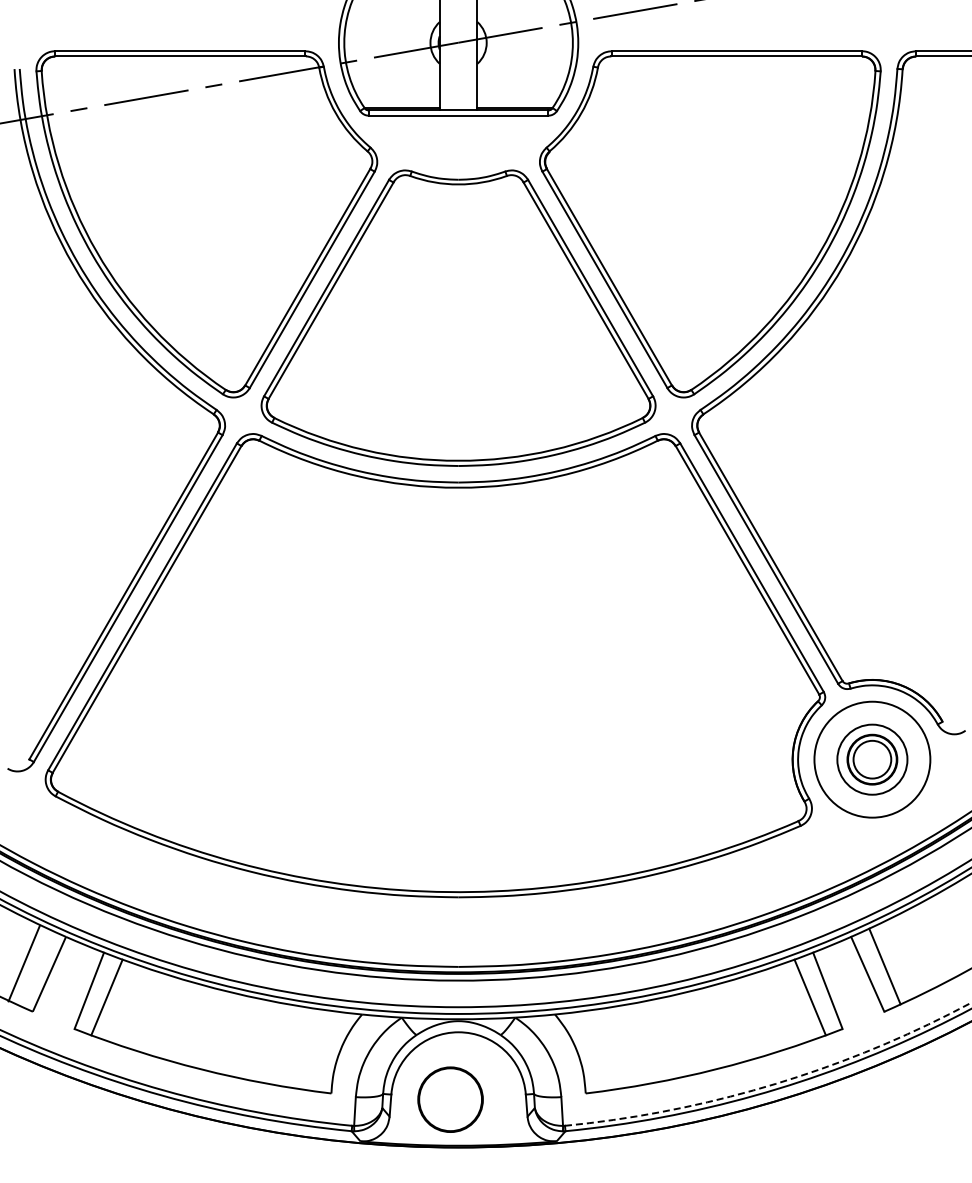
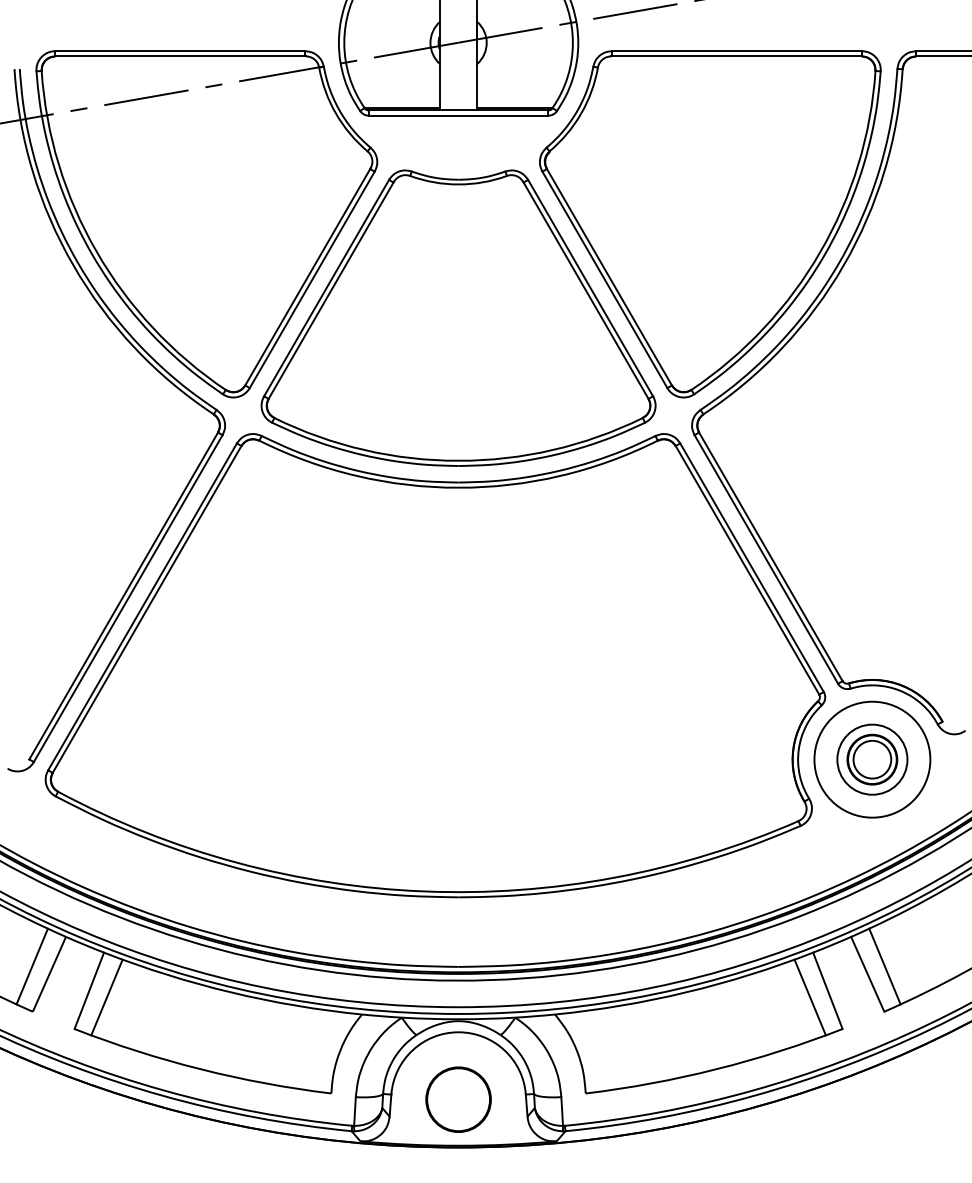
line at (23, 963) position: (23, 963) -> (31, 966)
arc at (775, 1083): dashed -> solid
circle at (450, 1099) position: (450, 1099) -> (458, 1099)
